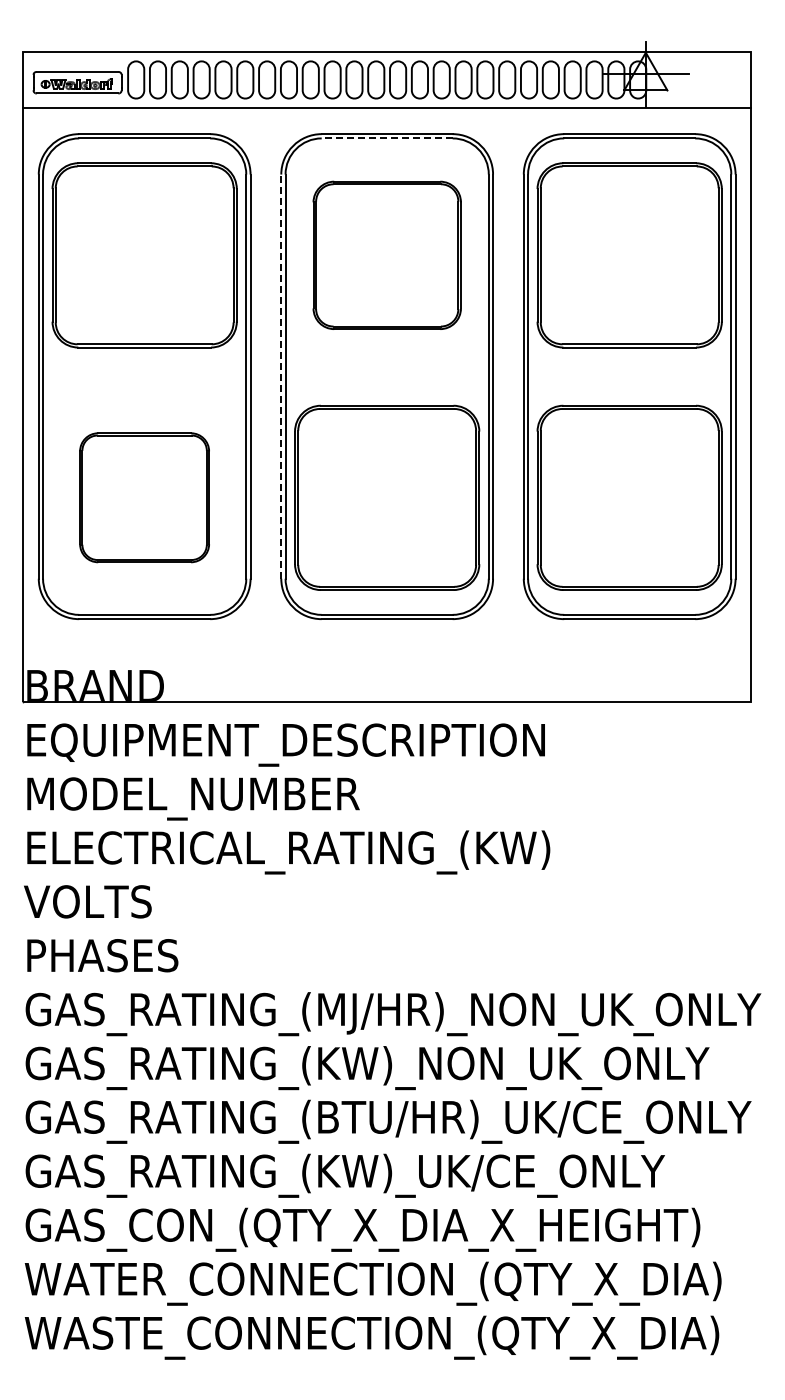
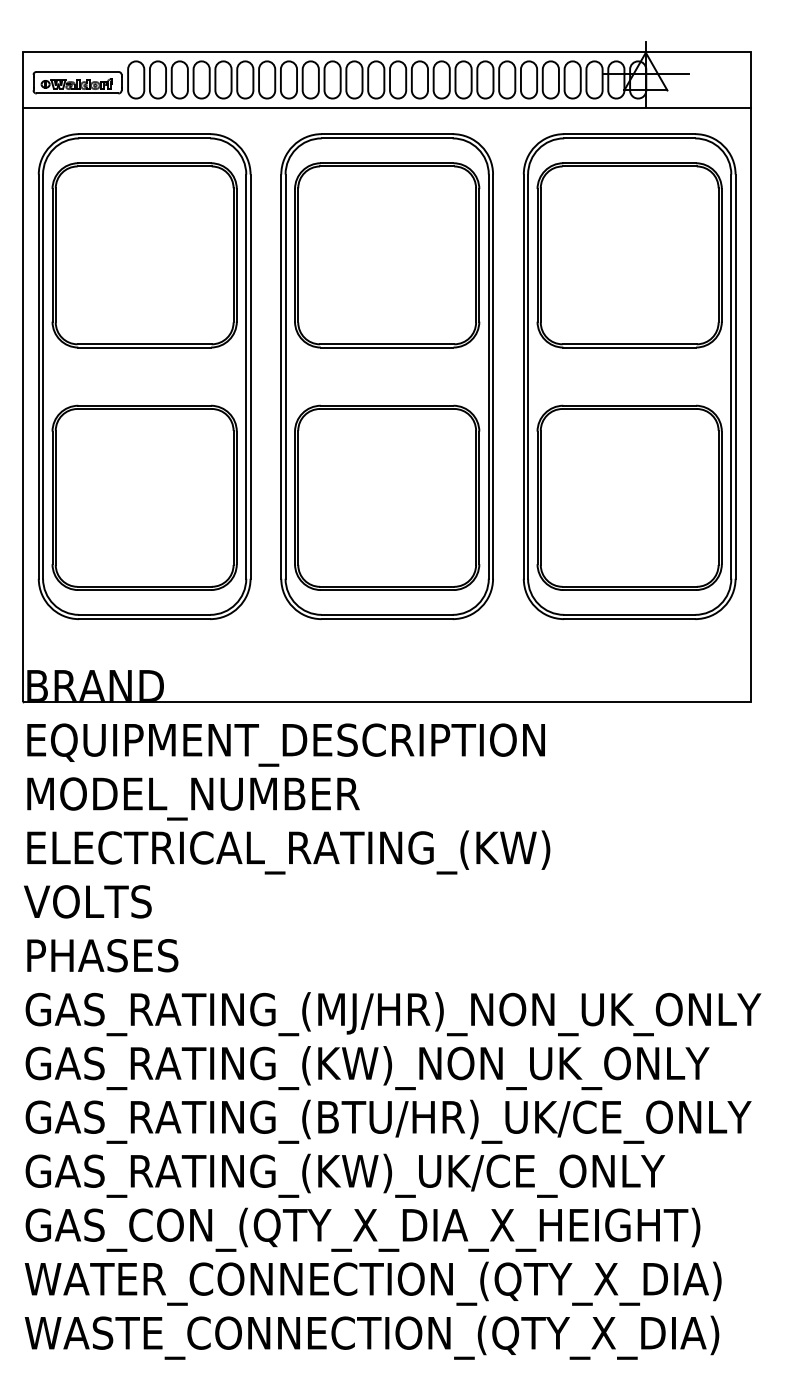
line at (386, 138): dashed -> solid
part at (386, 254) size: 150x150 px -> 187x187 px
line at (281, 376): dashed -> solid
part at (144, 497) size: 131x132 px -> 187x187 px
